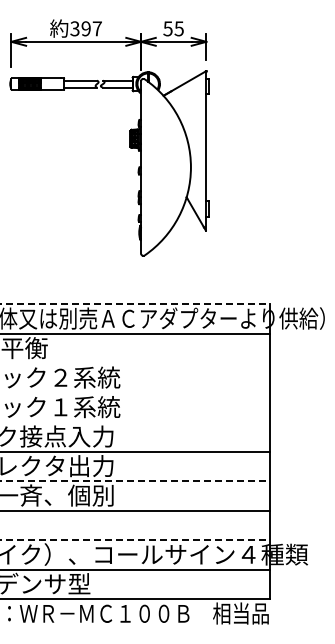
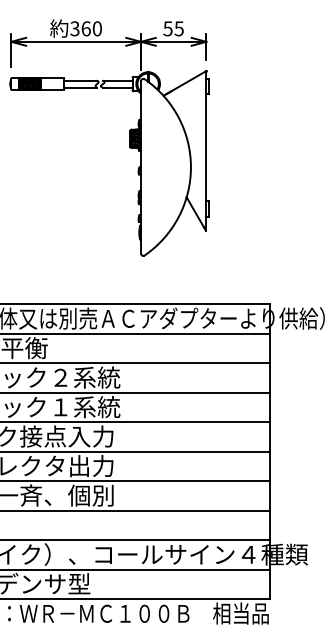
text at (91, 28): 397 -> 360
line at (135, 304): dashed -> solid
line at (136, 363): none -> present
line at (136, 392): none -> present
line at (136, 422): none -> present
line at (135, 481): dashed -> solid
line at (135, 540): dashed -> solid
